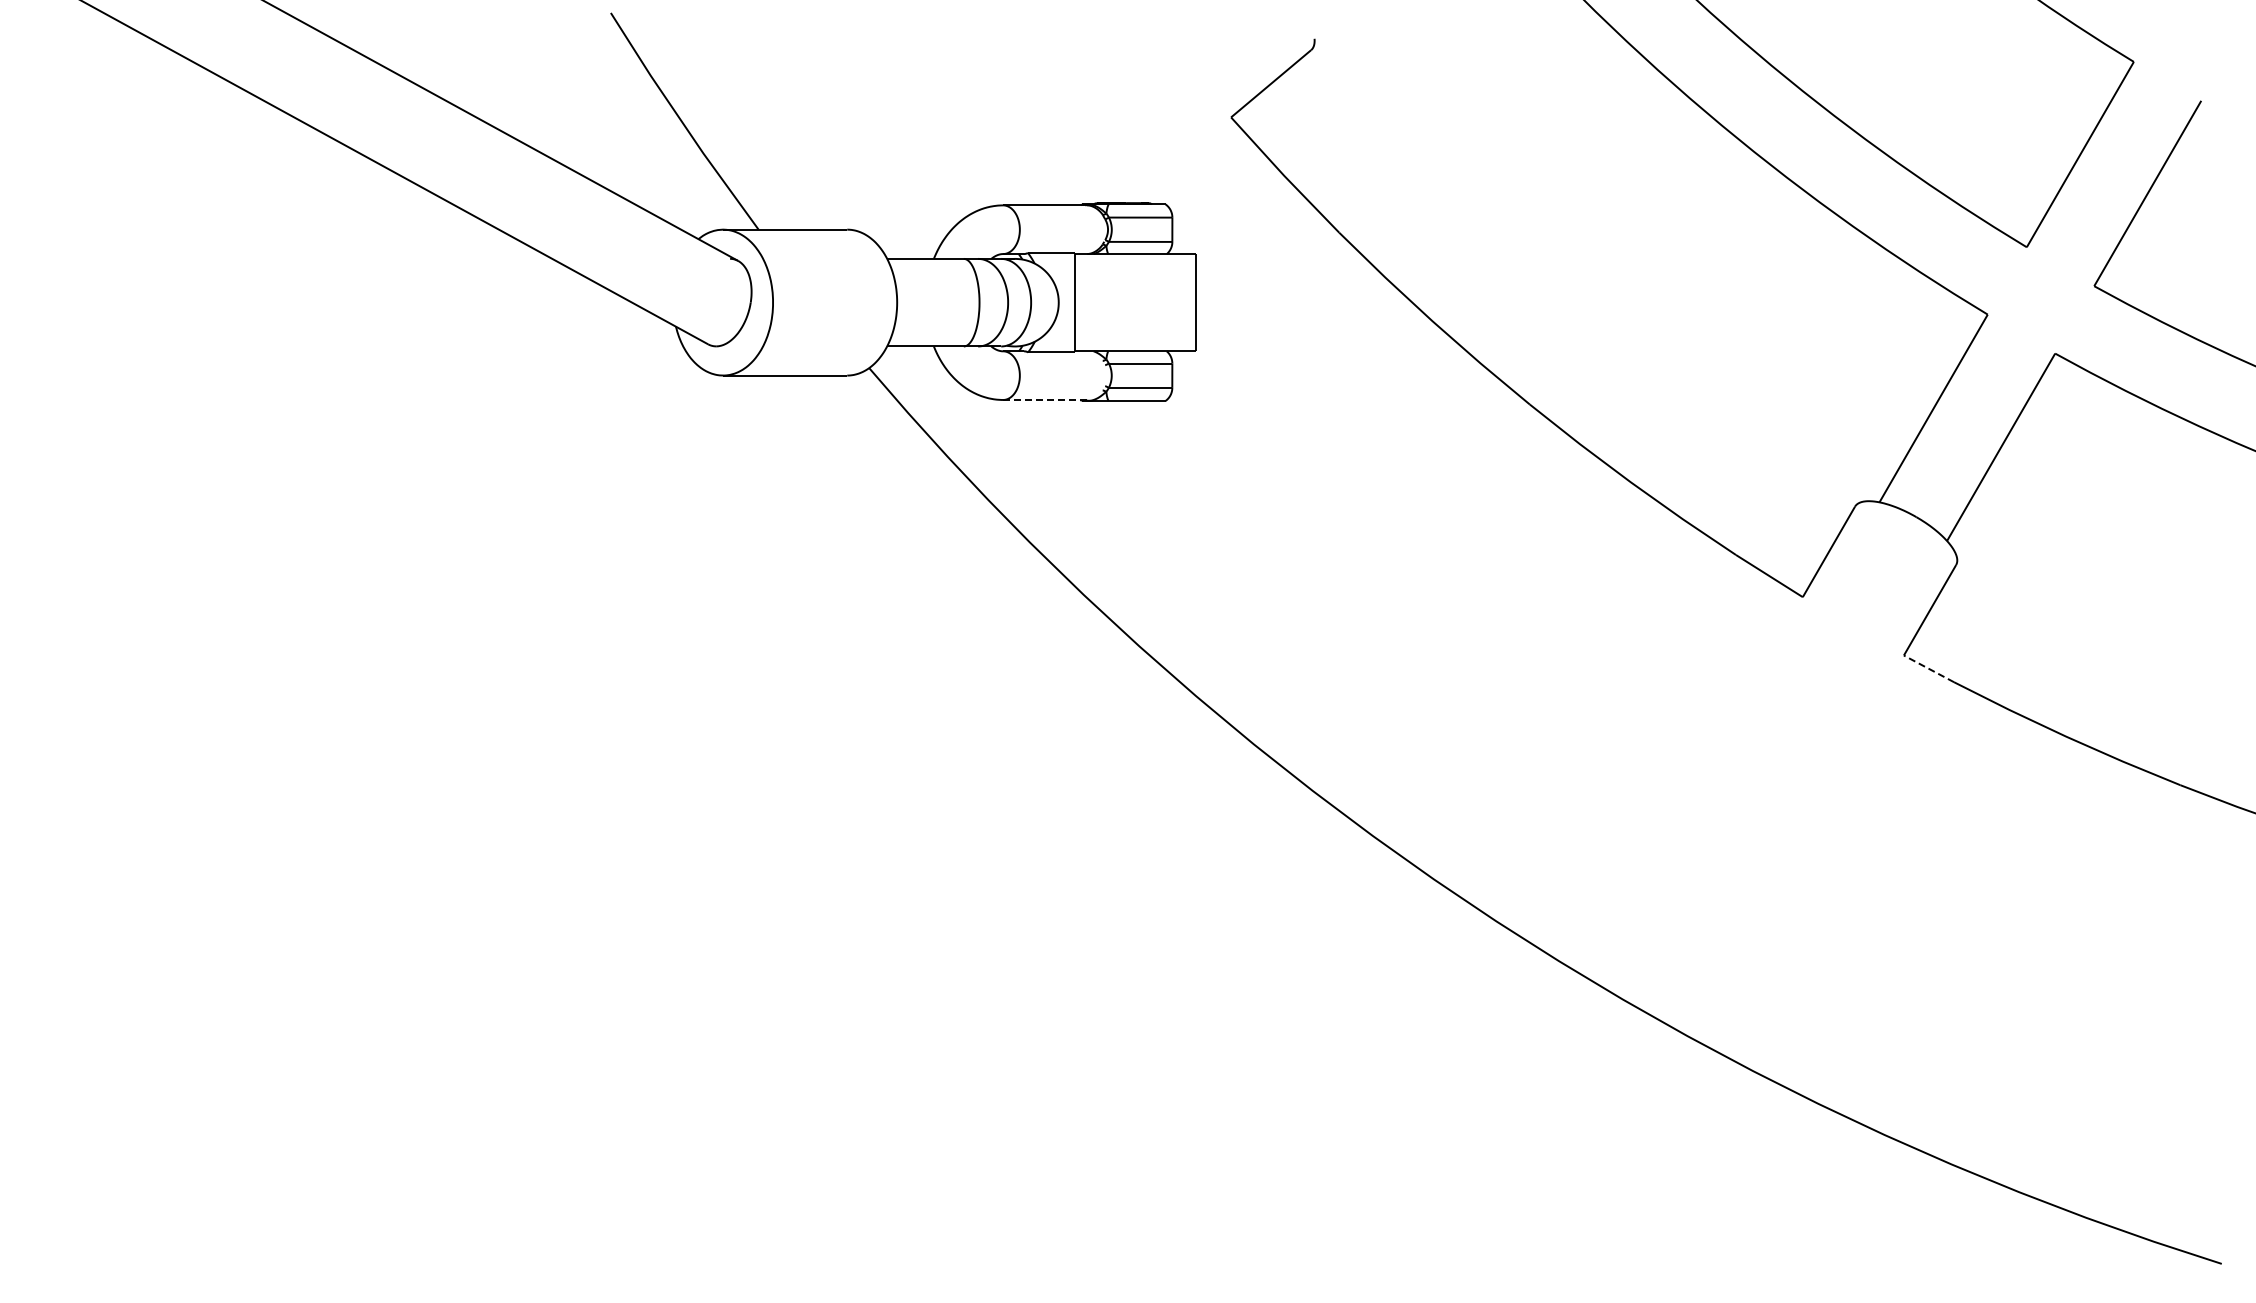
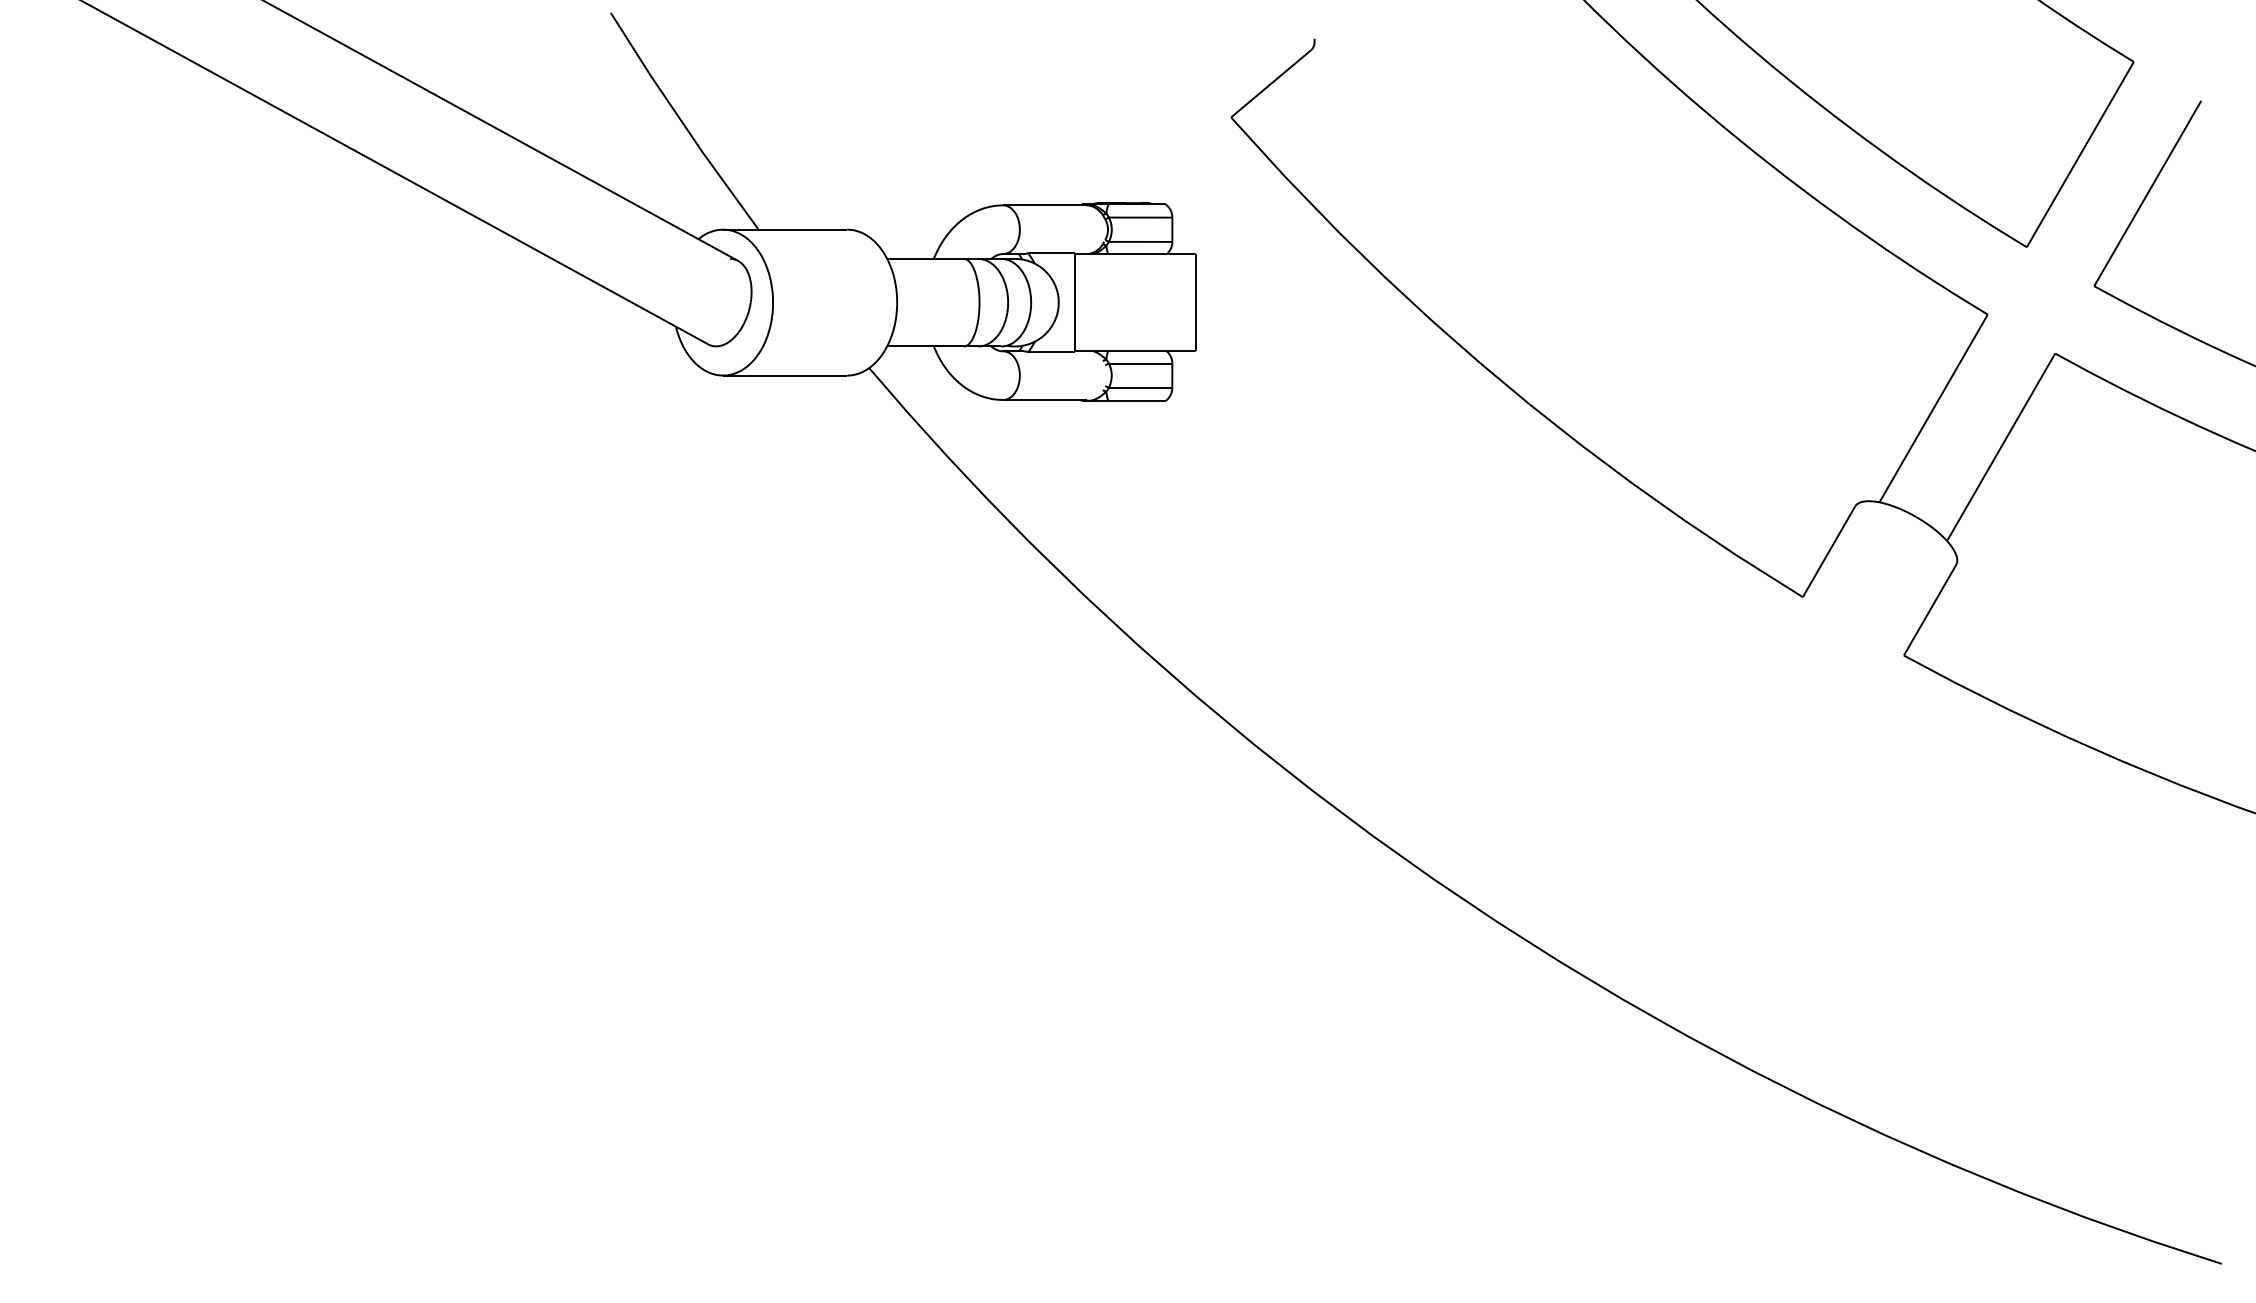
line at (1044, 399): dashed -> solid
line at (1928, 668): dashed -> solid
